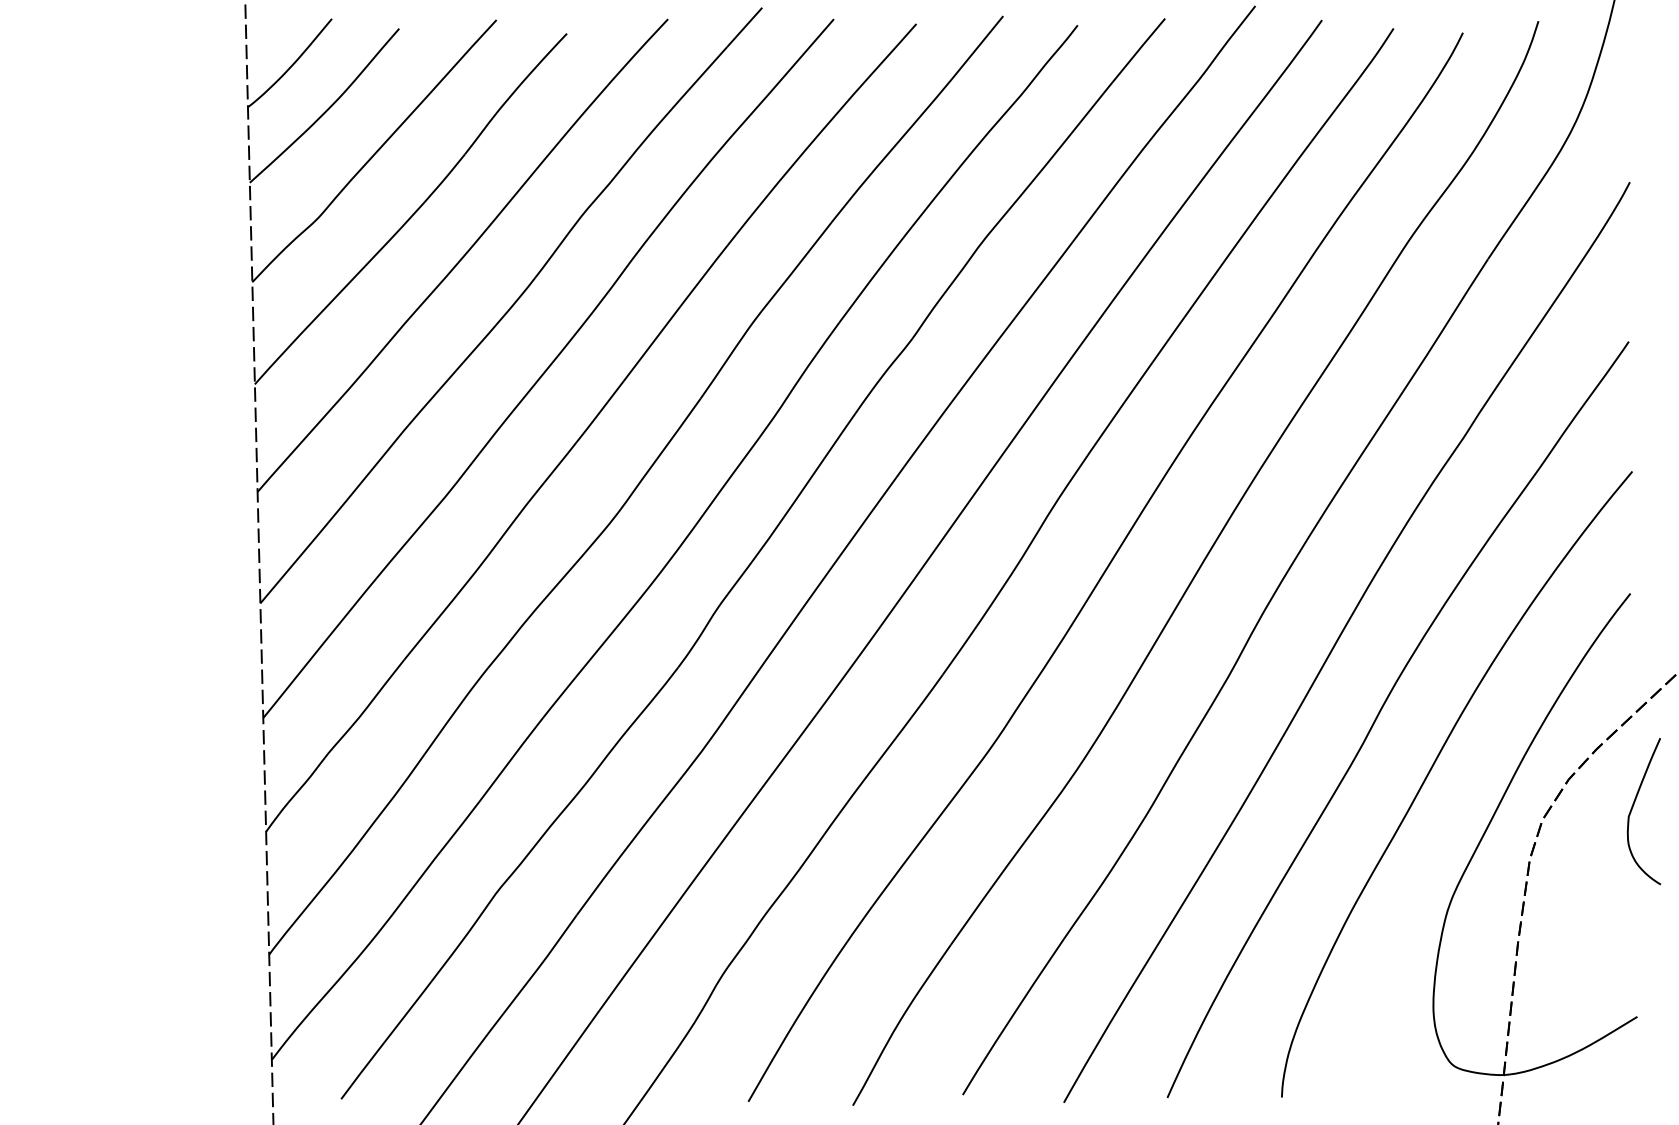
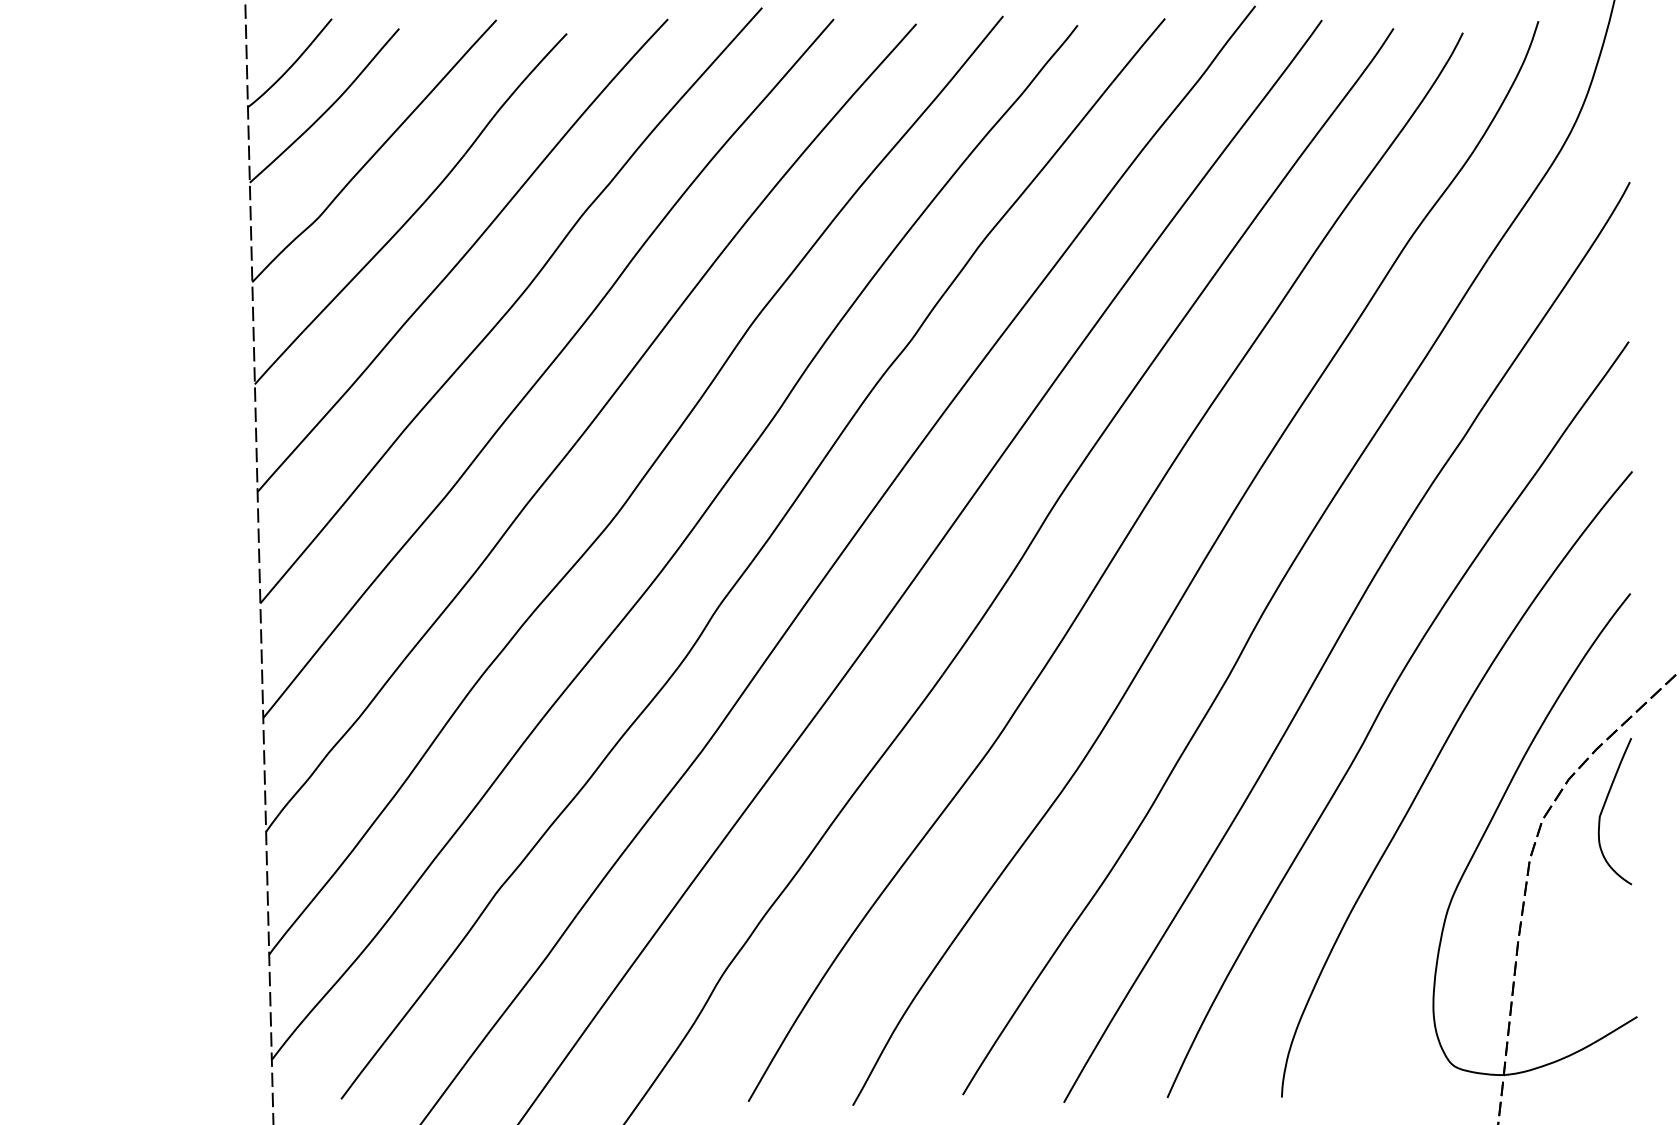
curve at (1633, 807) position: (1633, 807) -> (1604, 807)
